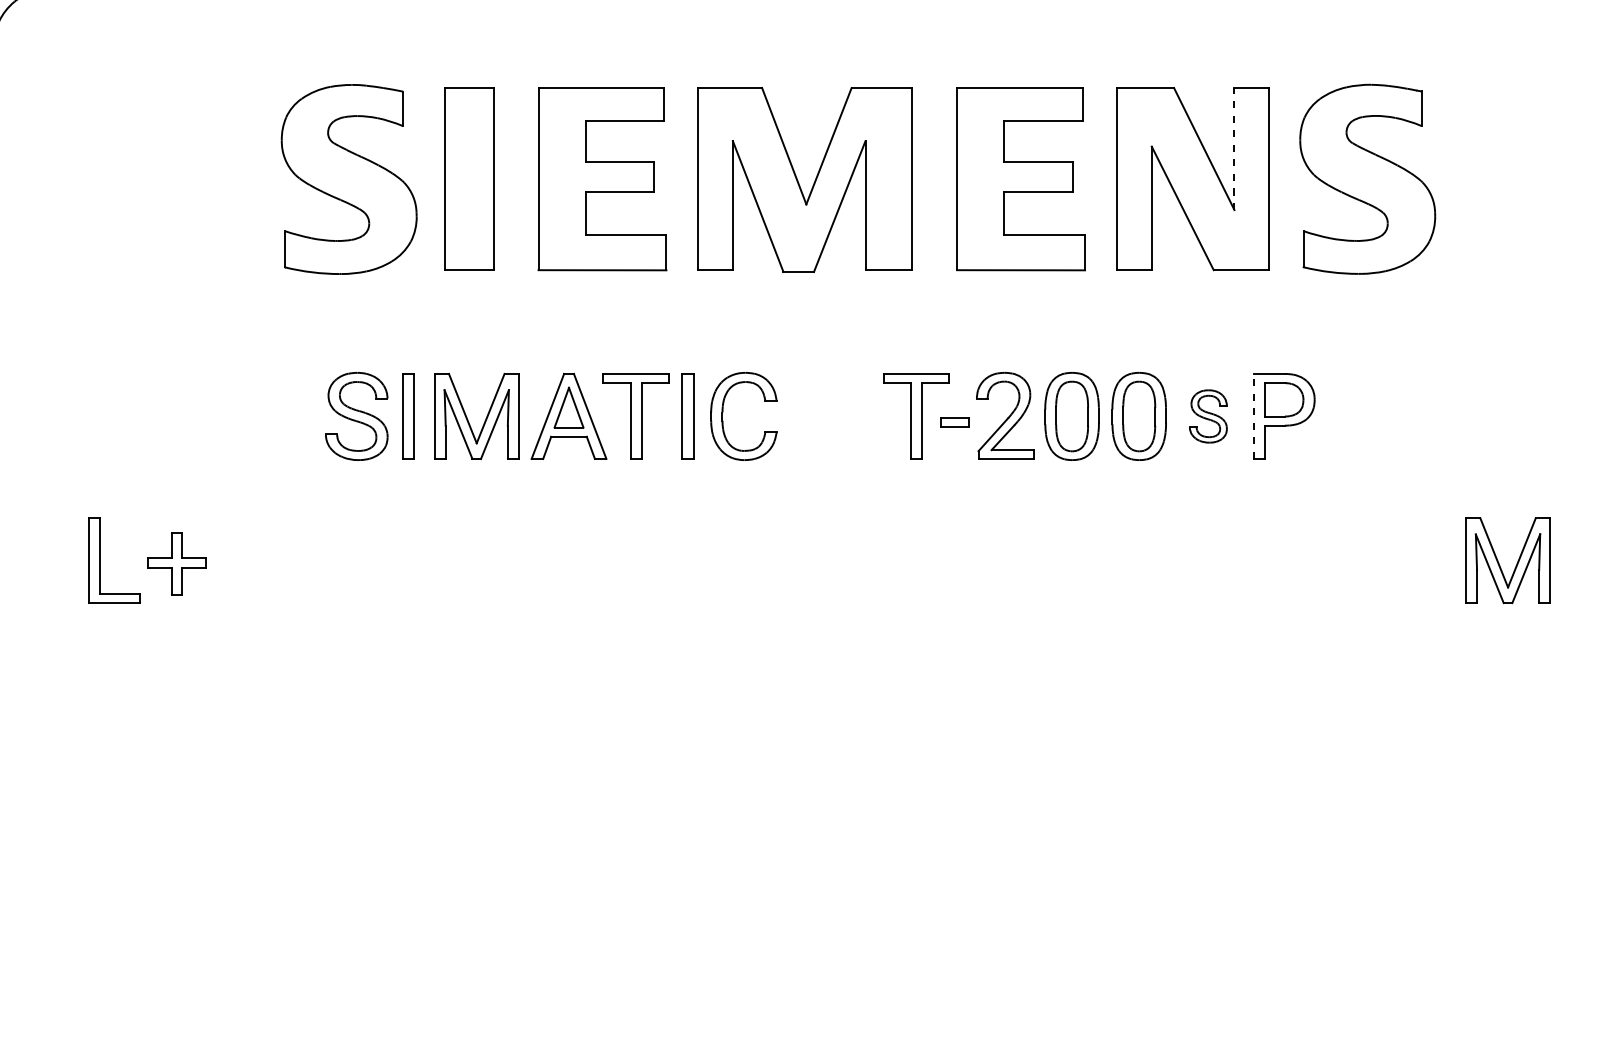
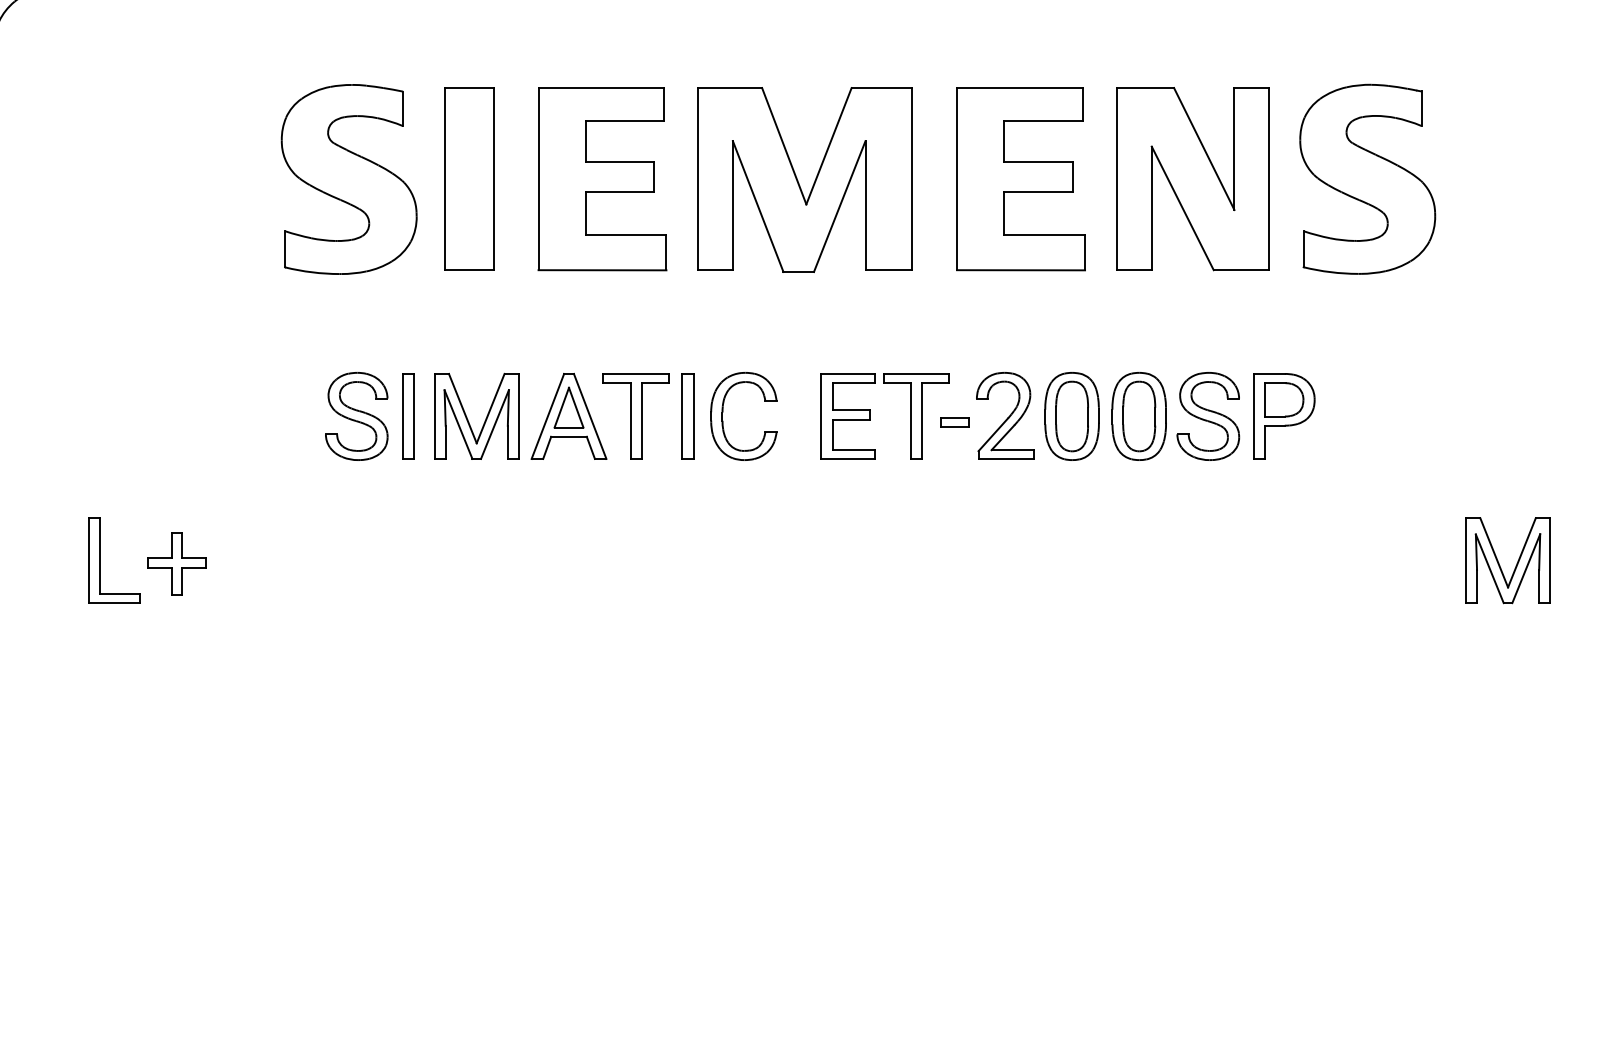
line at (1234, 149): dashed -> solid
part at (847, 416): none -> present
part at (1208, 416) size: 39x55 px -> 65x89 px
line at (1253, 416): dashed -> solid
